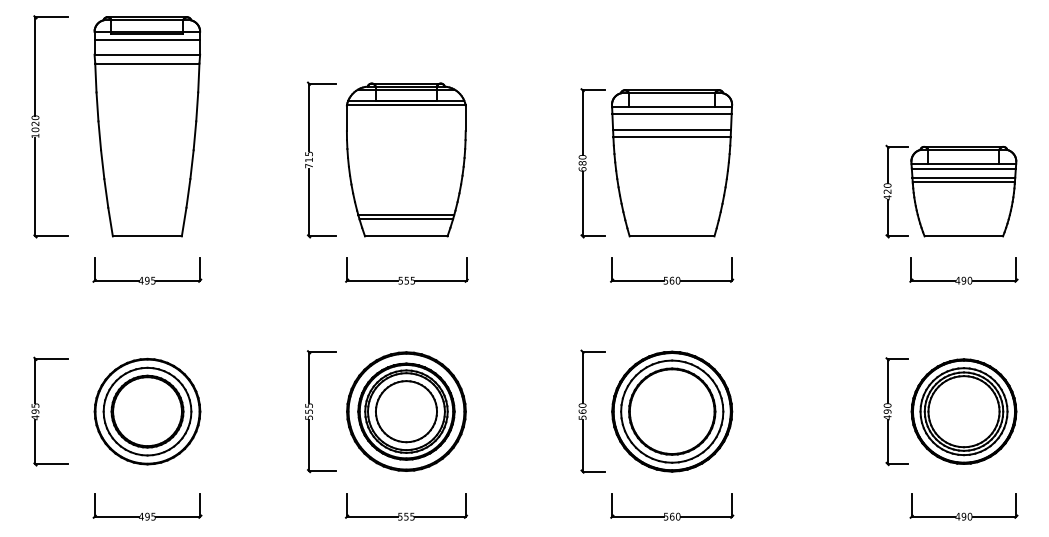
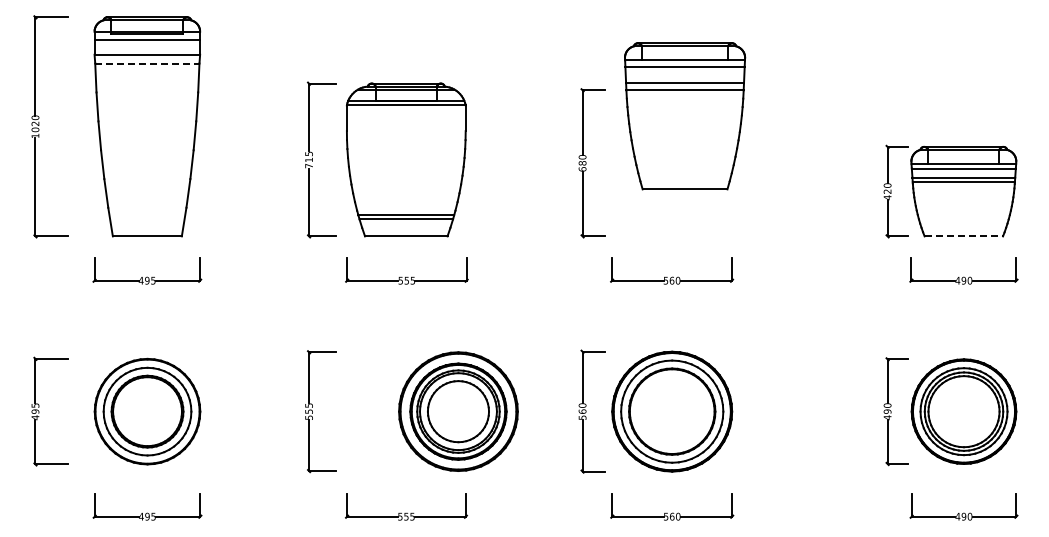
line at (147, 63): solid -> dashed
part at (672, 163) position: (672, 163) -> (685, 116)
line at (964, 236): solid -> dashed
part at (406, 411) position: (406, 411) -> (458, 411)
